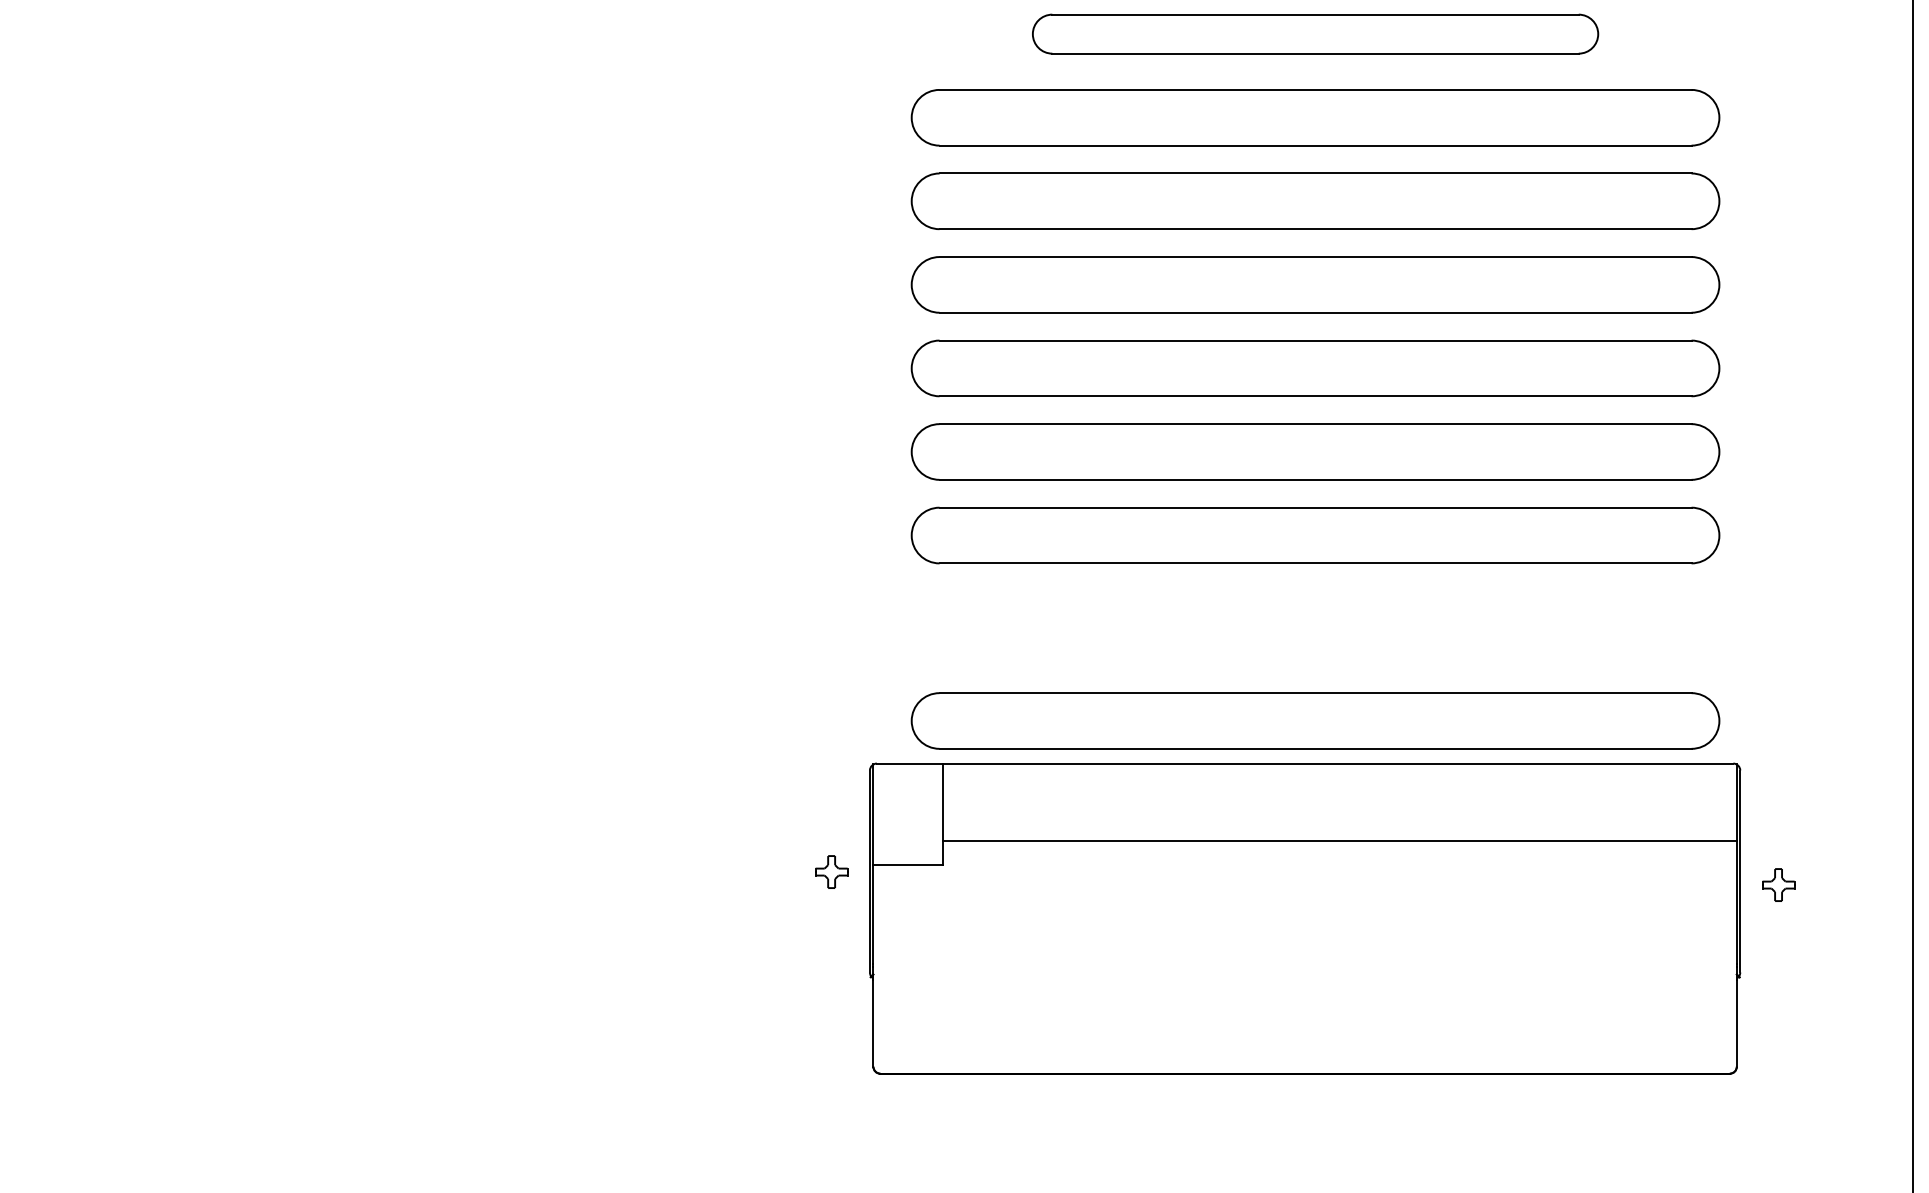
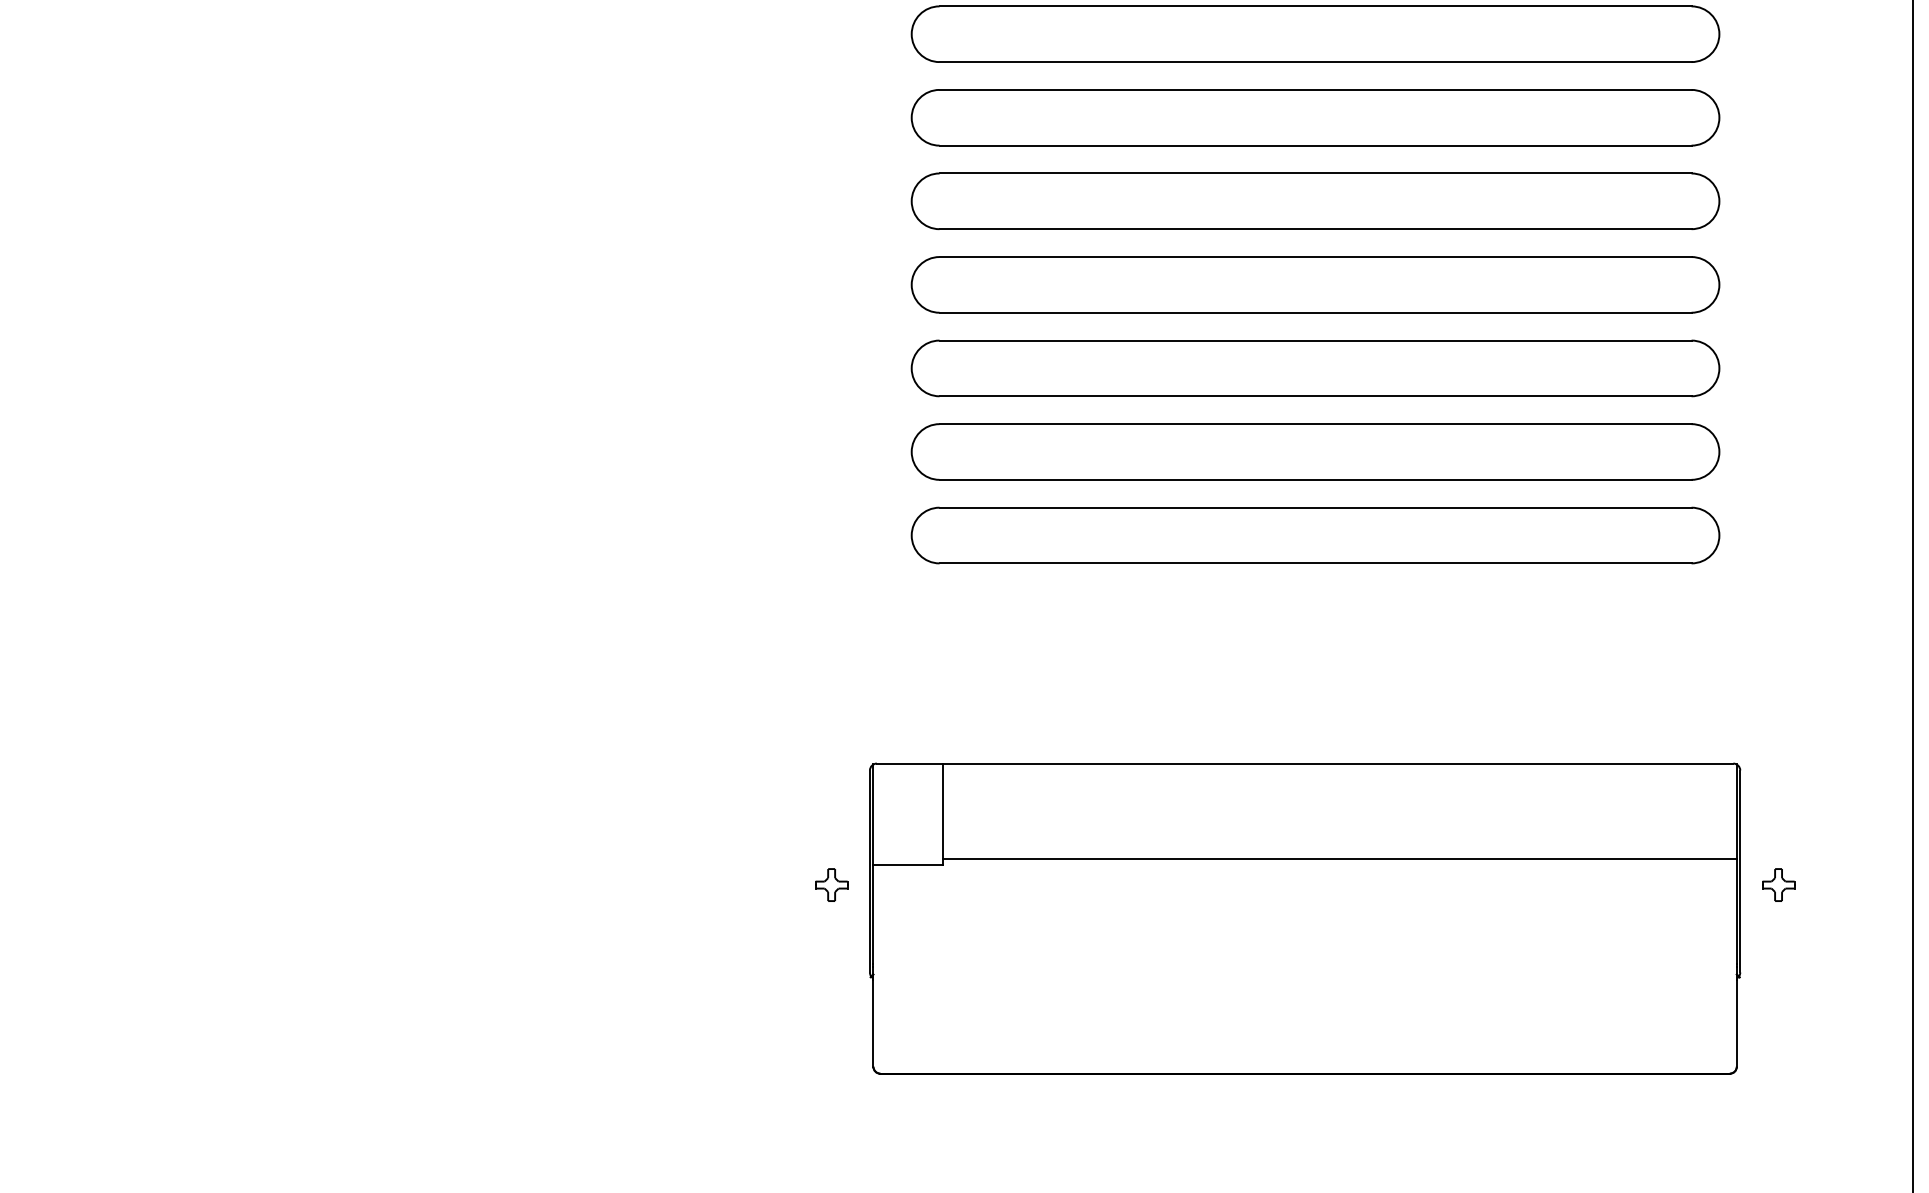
part at (1315, 33) size: 568x42 px -> 811x58 px
part at (1315, 720): present -> none
line at (1339, 840) position: (1339, 840) -> (1339, 858)
part at (831, 871) position: (831, 871) -> (831, 884)
